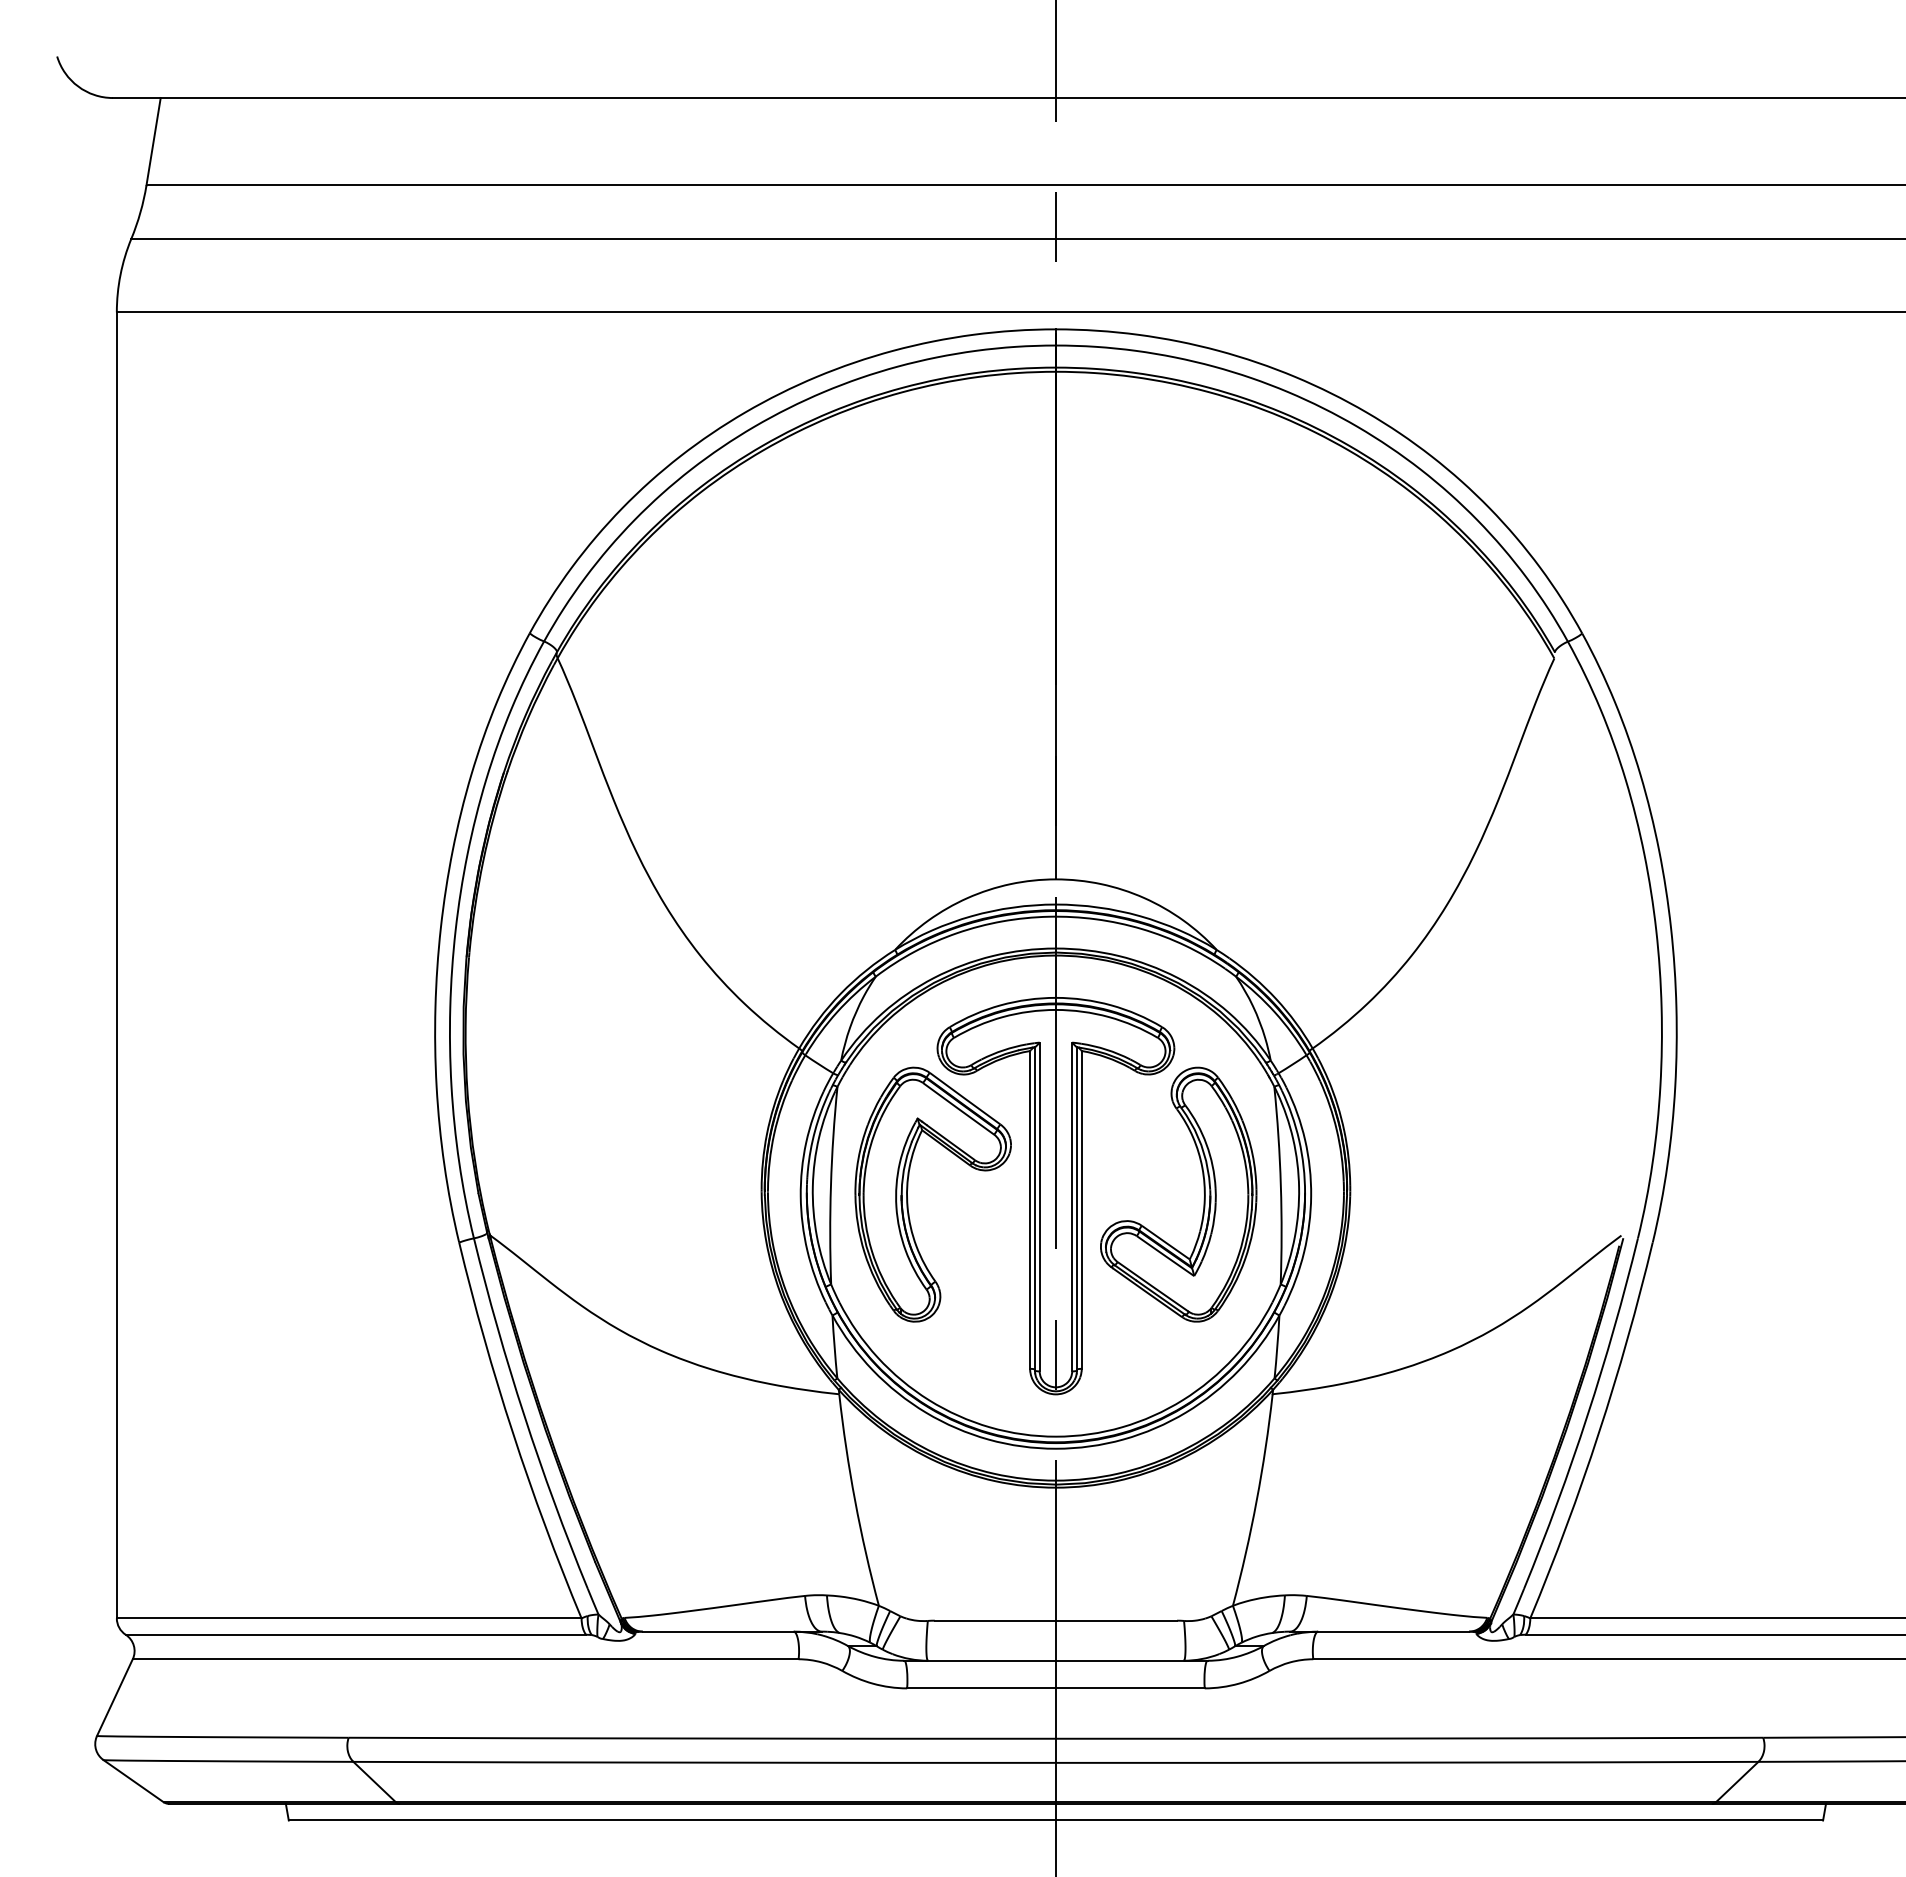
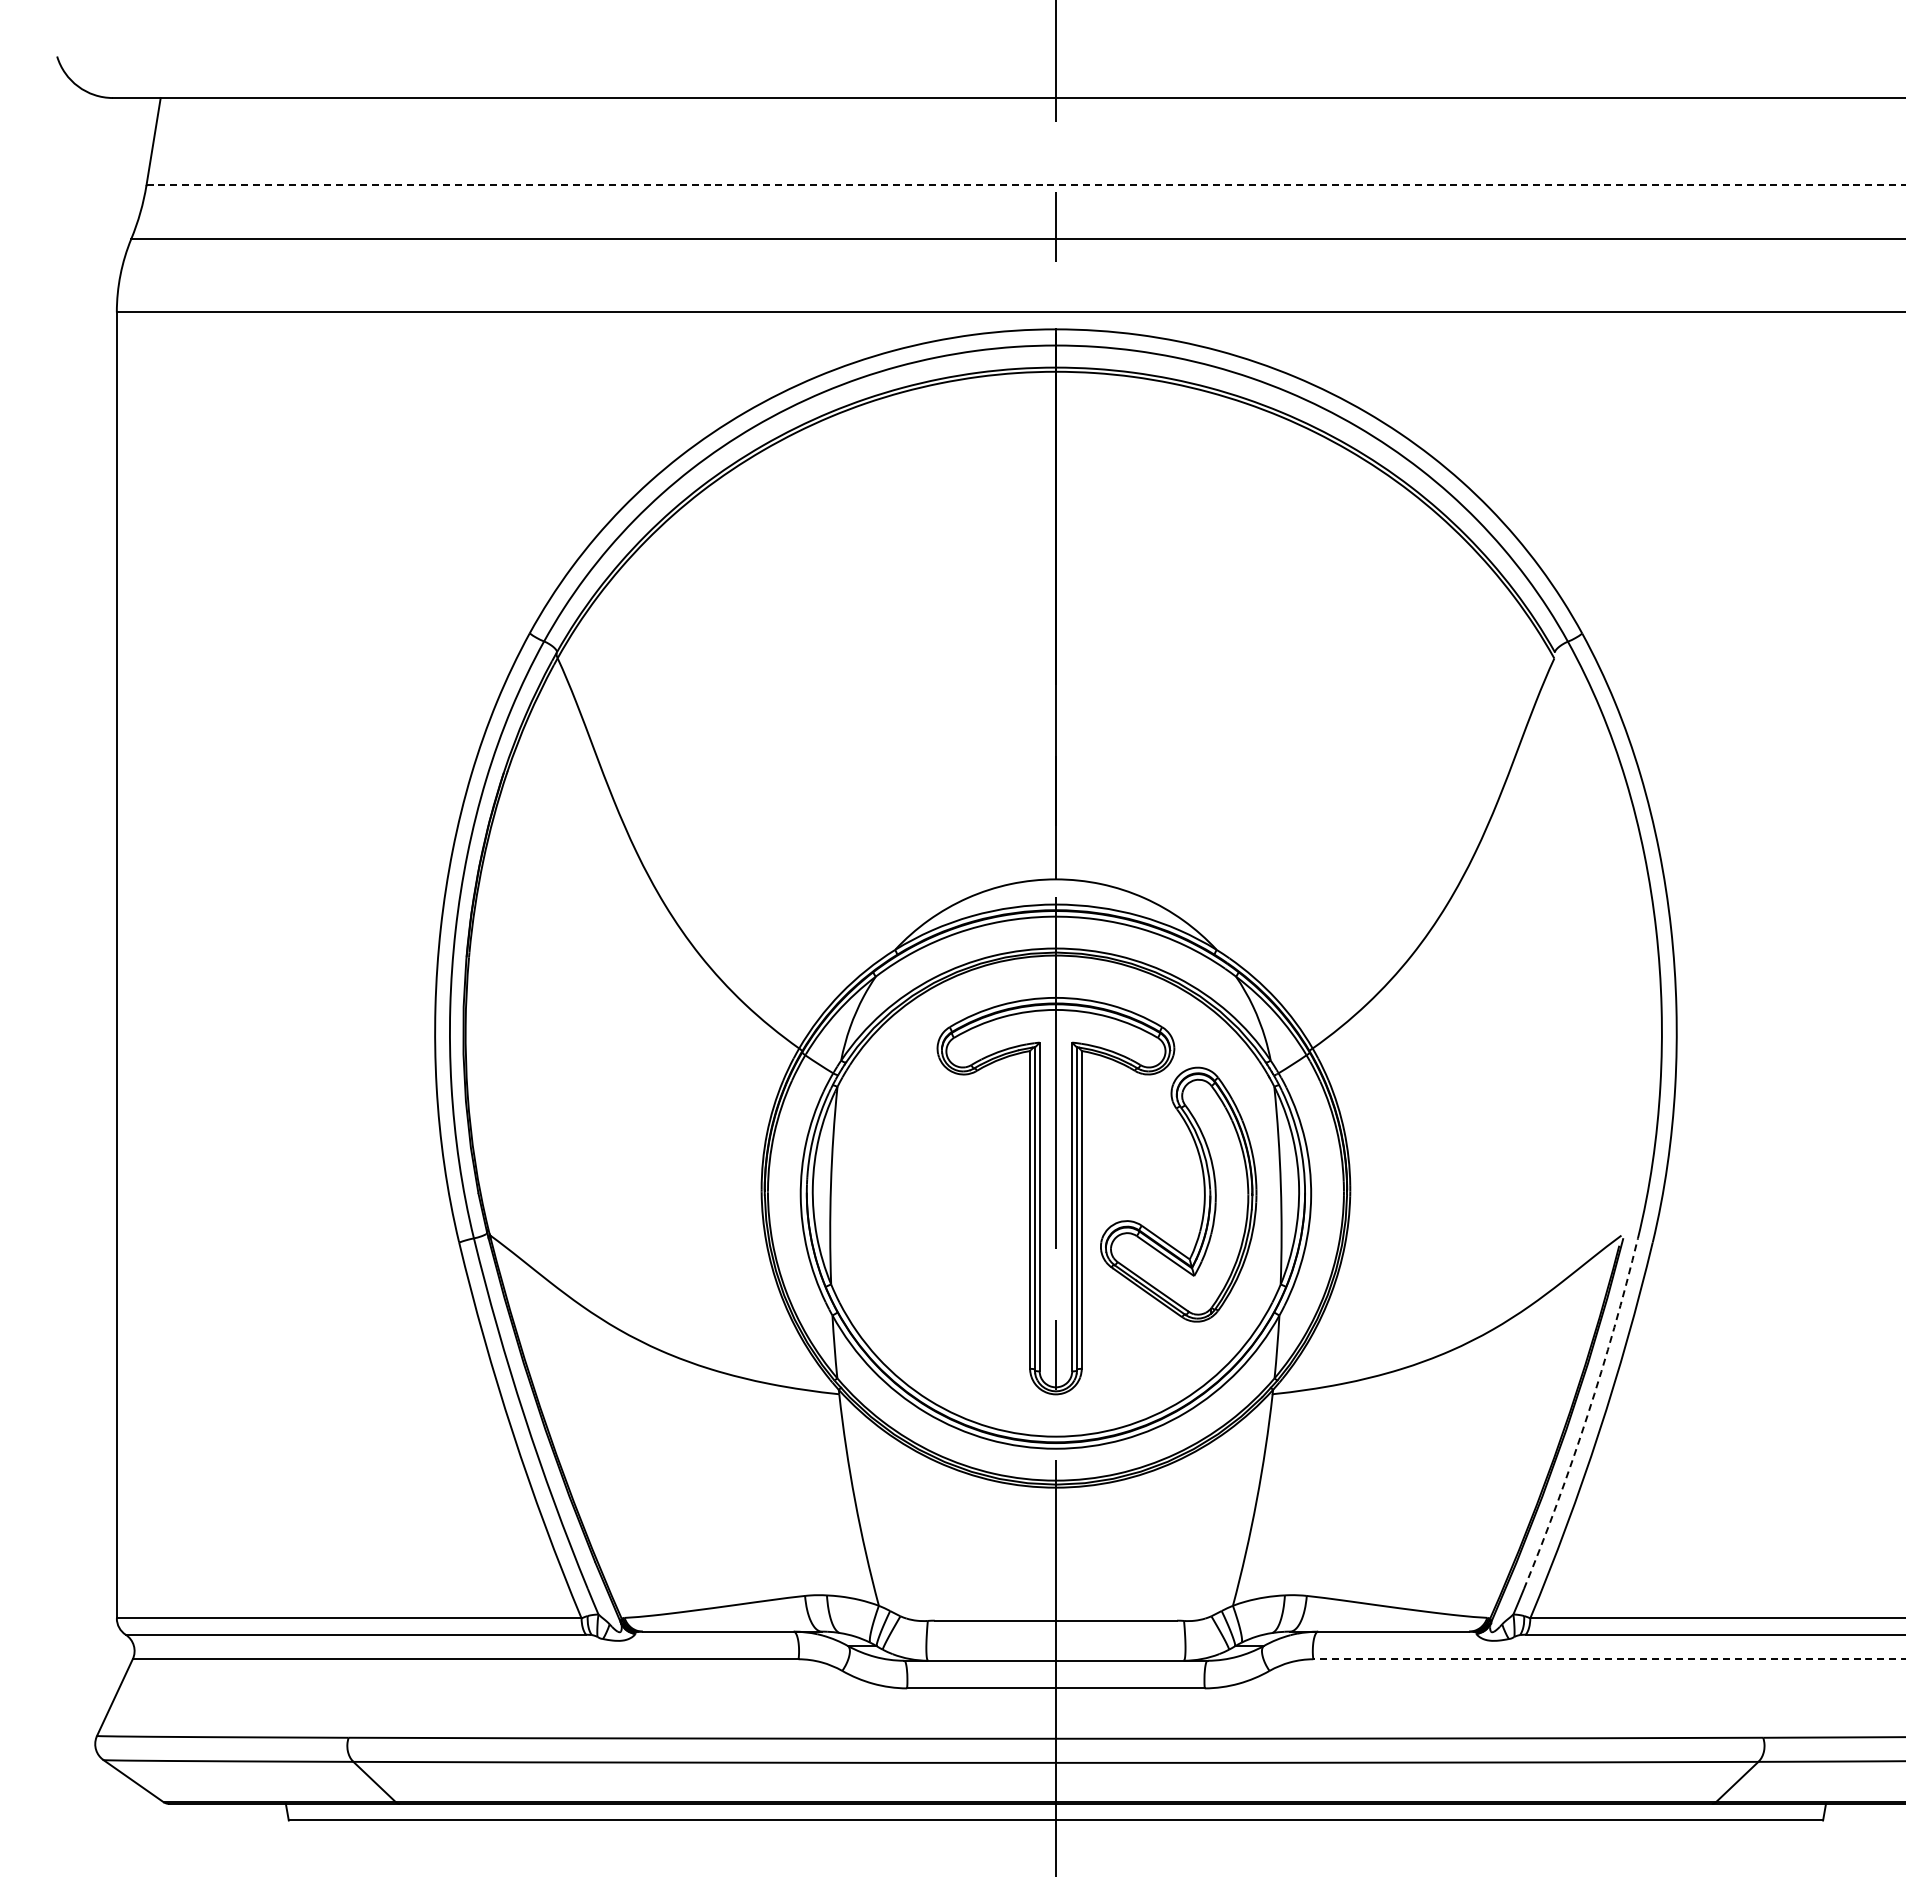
line at (1026, 185): solid -> dashed
part at (908, 1188): present -> none
arc at (1587, 1415): solid -> dashed
line at (1609, 1659): solid -> dashed
